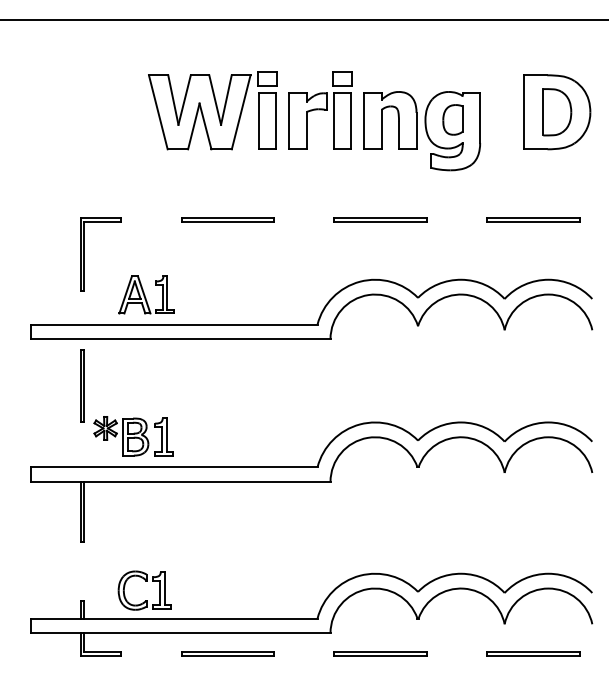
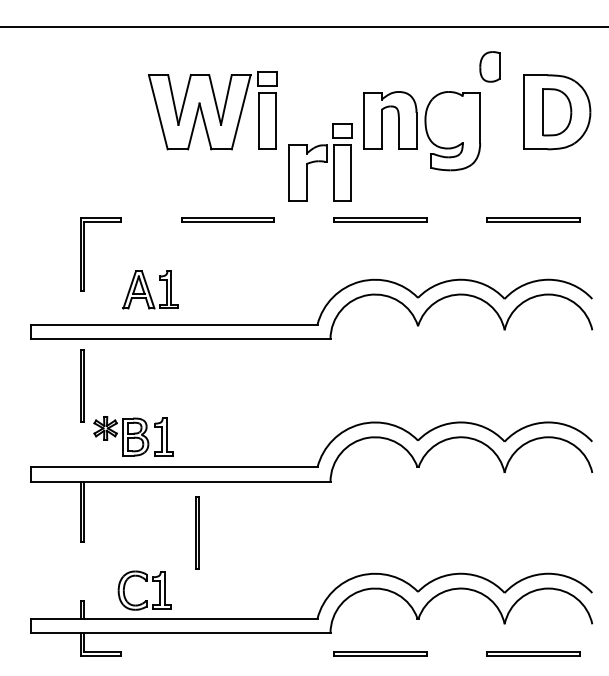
line at (303, 20) position: (303, 20) -> (303, 27)
part at (320, 110) position: (320, 110) -> (320, 162)
part at (452, 119) position: (452, 119) -> (489, 66)
part at (146, 294) position: (146, 294) -> (150, 289)
line at (196, 532): none -> present
part at (227, 653): present -> none
